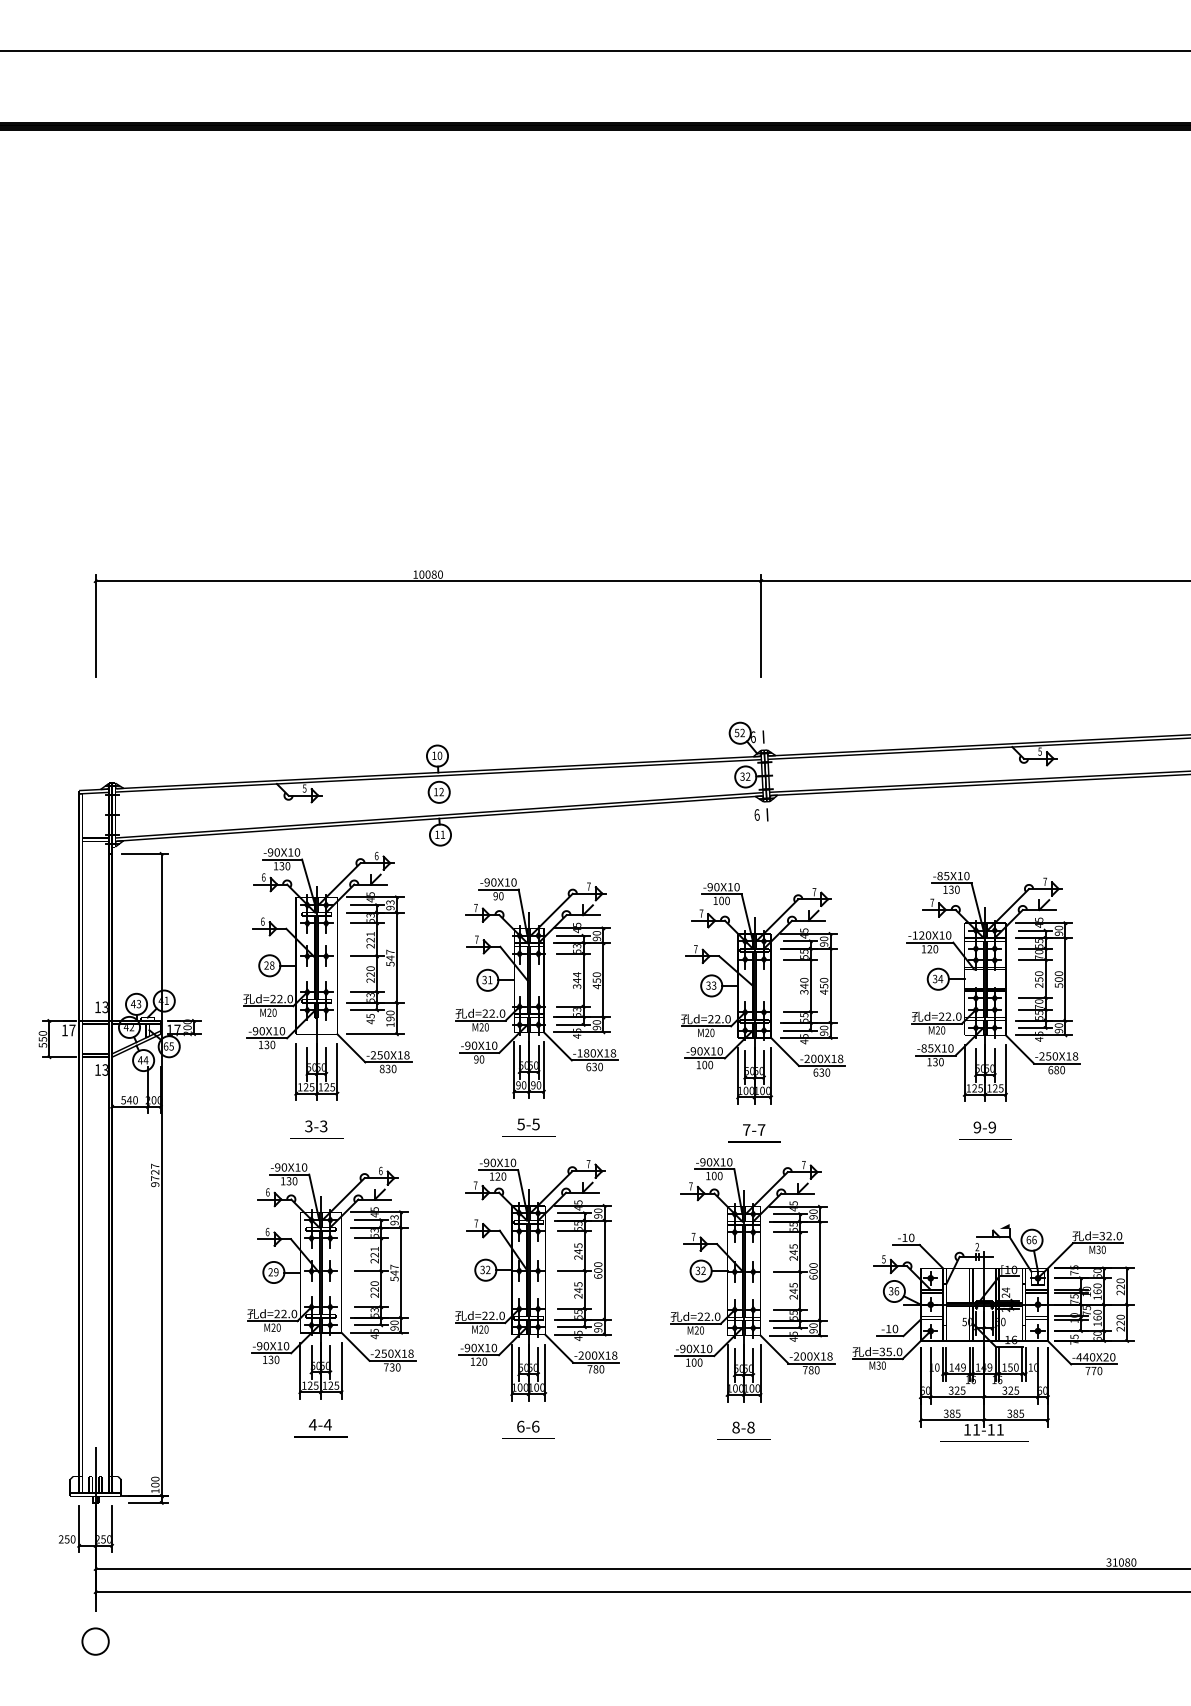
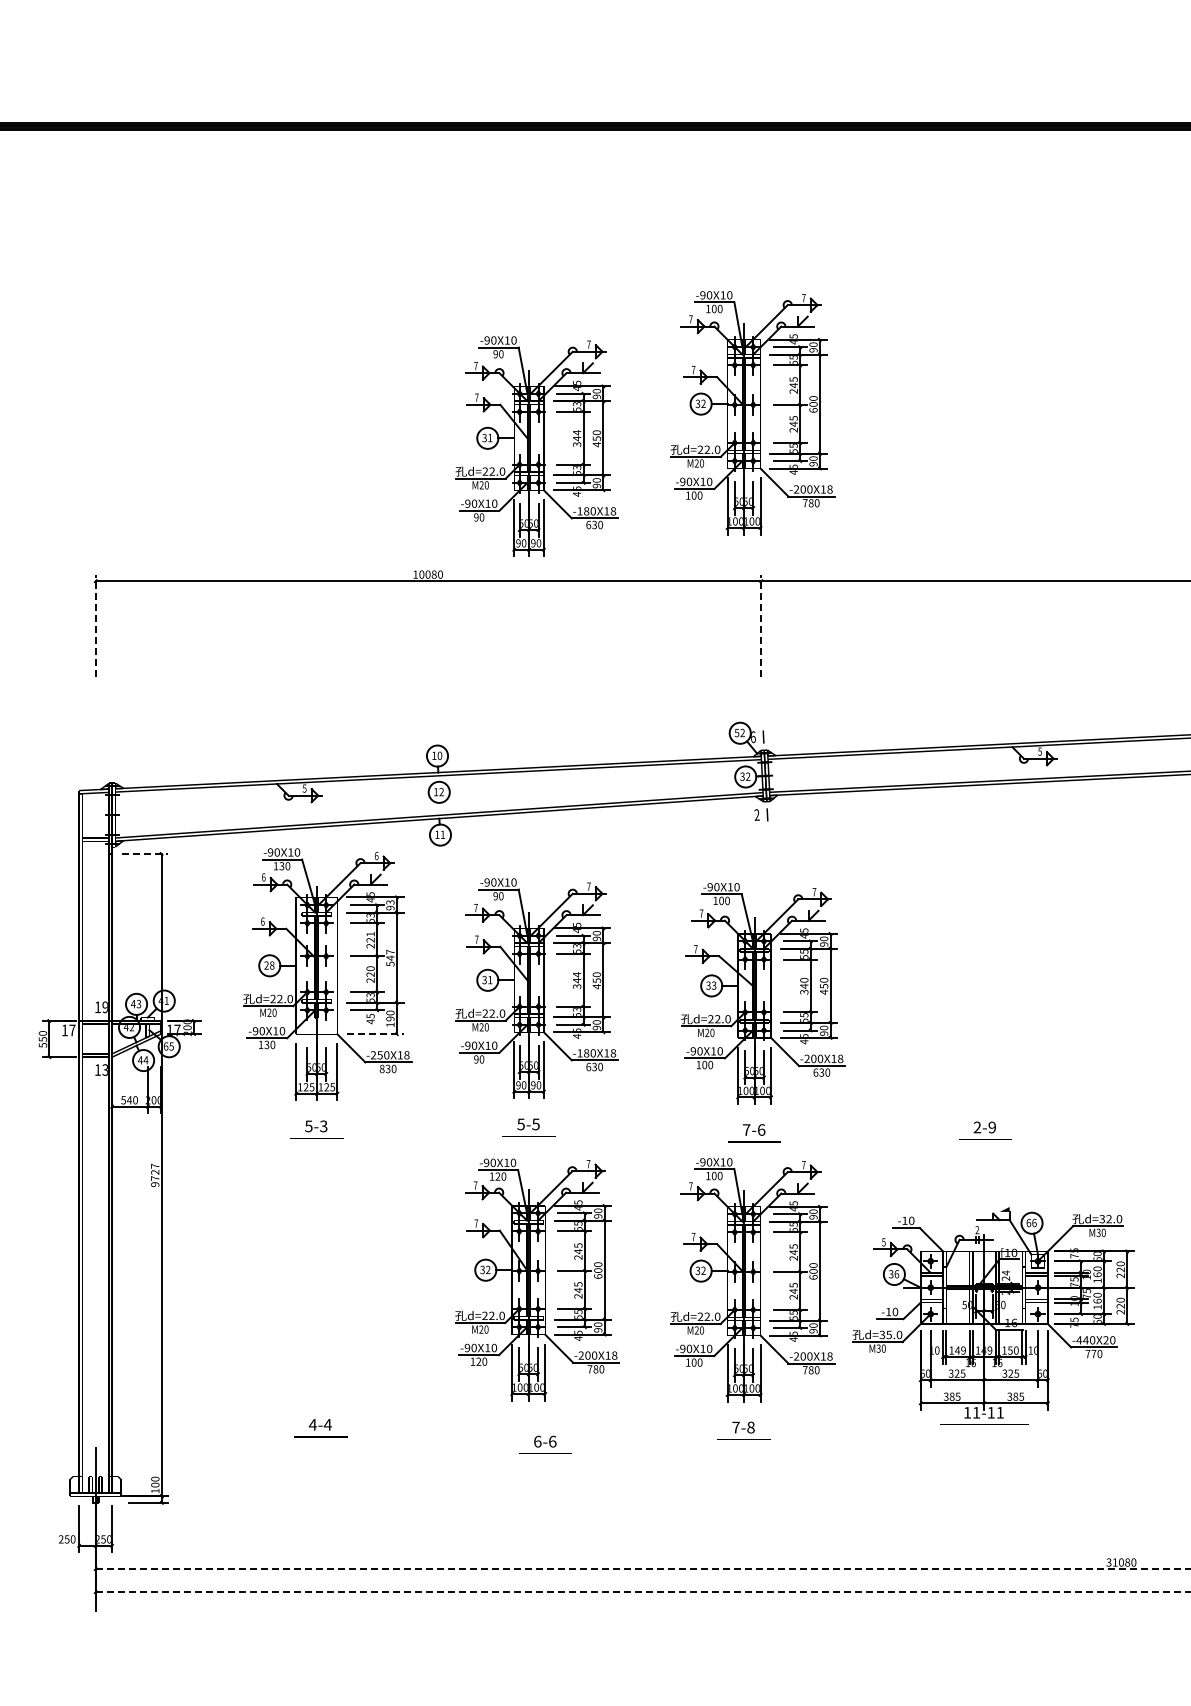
line at (594, 51): present -> none
part at (752, 413): none -> present
part at (536, 446): none -> present
line at (95, 625): solid -> dashed
line at (761, 625): solid -> dashed
text at (756, 814): 6 -> 2
line at (145, 853): solid -> dashed
part at (993, 986): present -> none
text at (104, 1007): 13 -> 19
line at (375, 1034): solid -> dashed
text at (308, 1125): 3-3 -> 5-3
text at (977, 1127): 9-9 -> 2-9
text at (761, 1129): 7-7 -> 7-6
part at (331, 1281): present -> none
part at (993, 1332) position: (993, 1332) -> (993, 1315)
text at (735, 1427): 8-8 -> 7-8
text at (528, 1429) position: (528, 1429) -> (545, 1444)
line at (643, 1568): solid -> dashed
line at (643, 1592): solid -> dashed
circle at (95, 1641): present -> none
